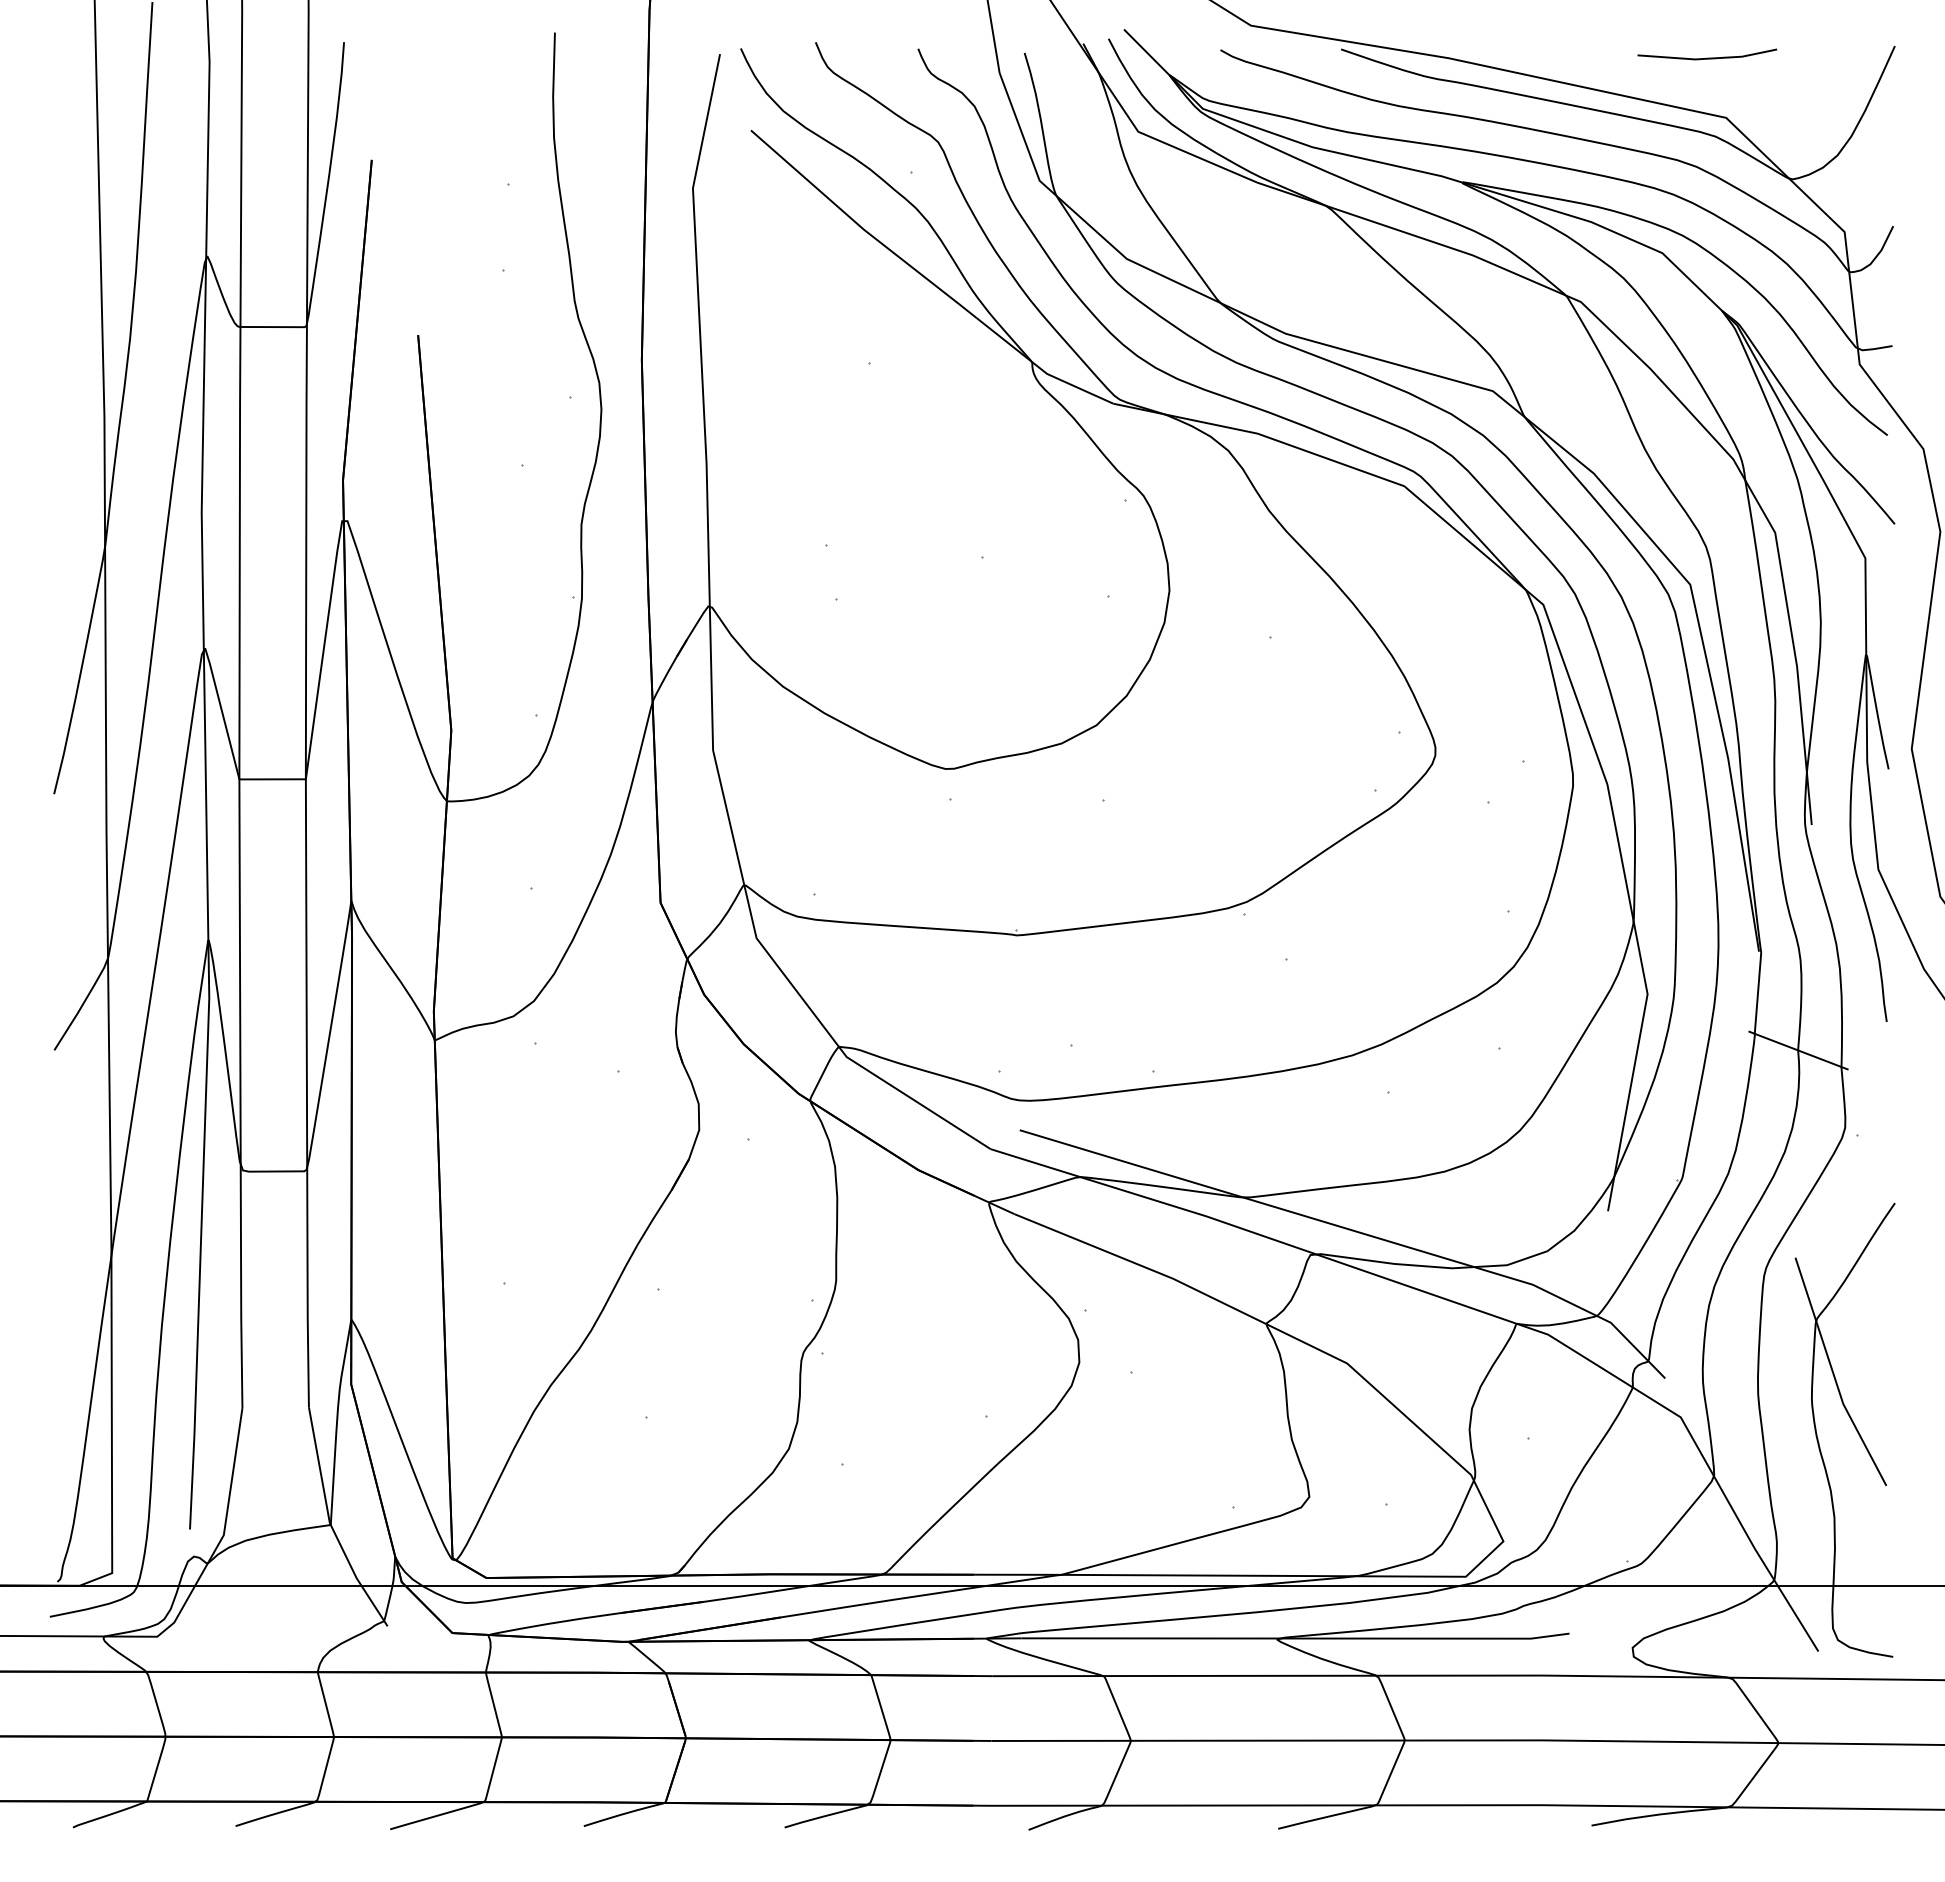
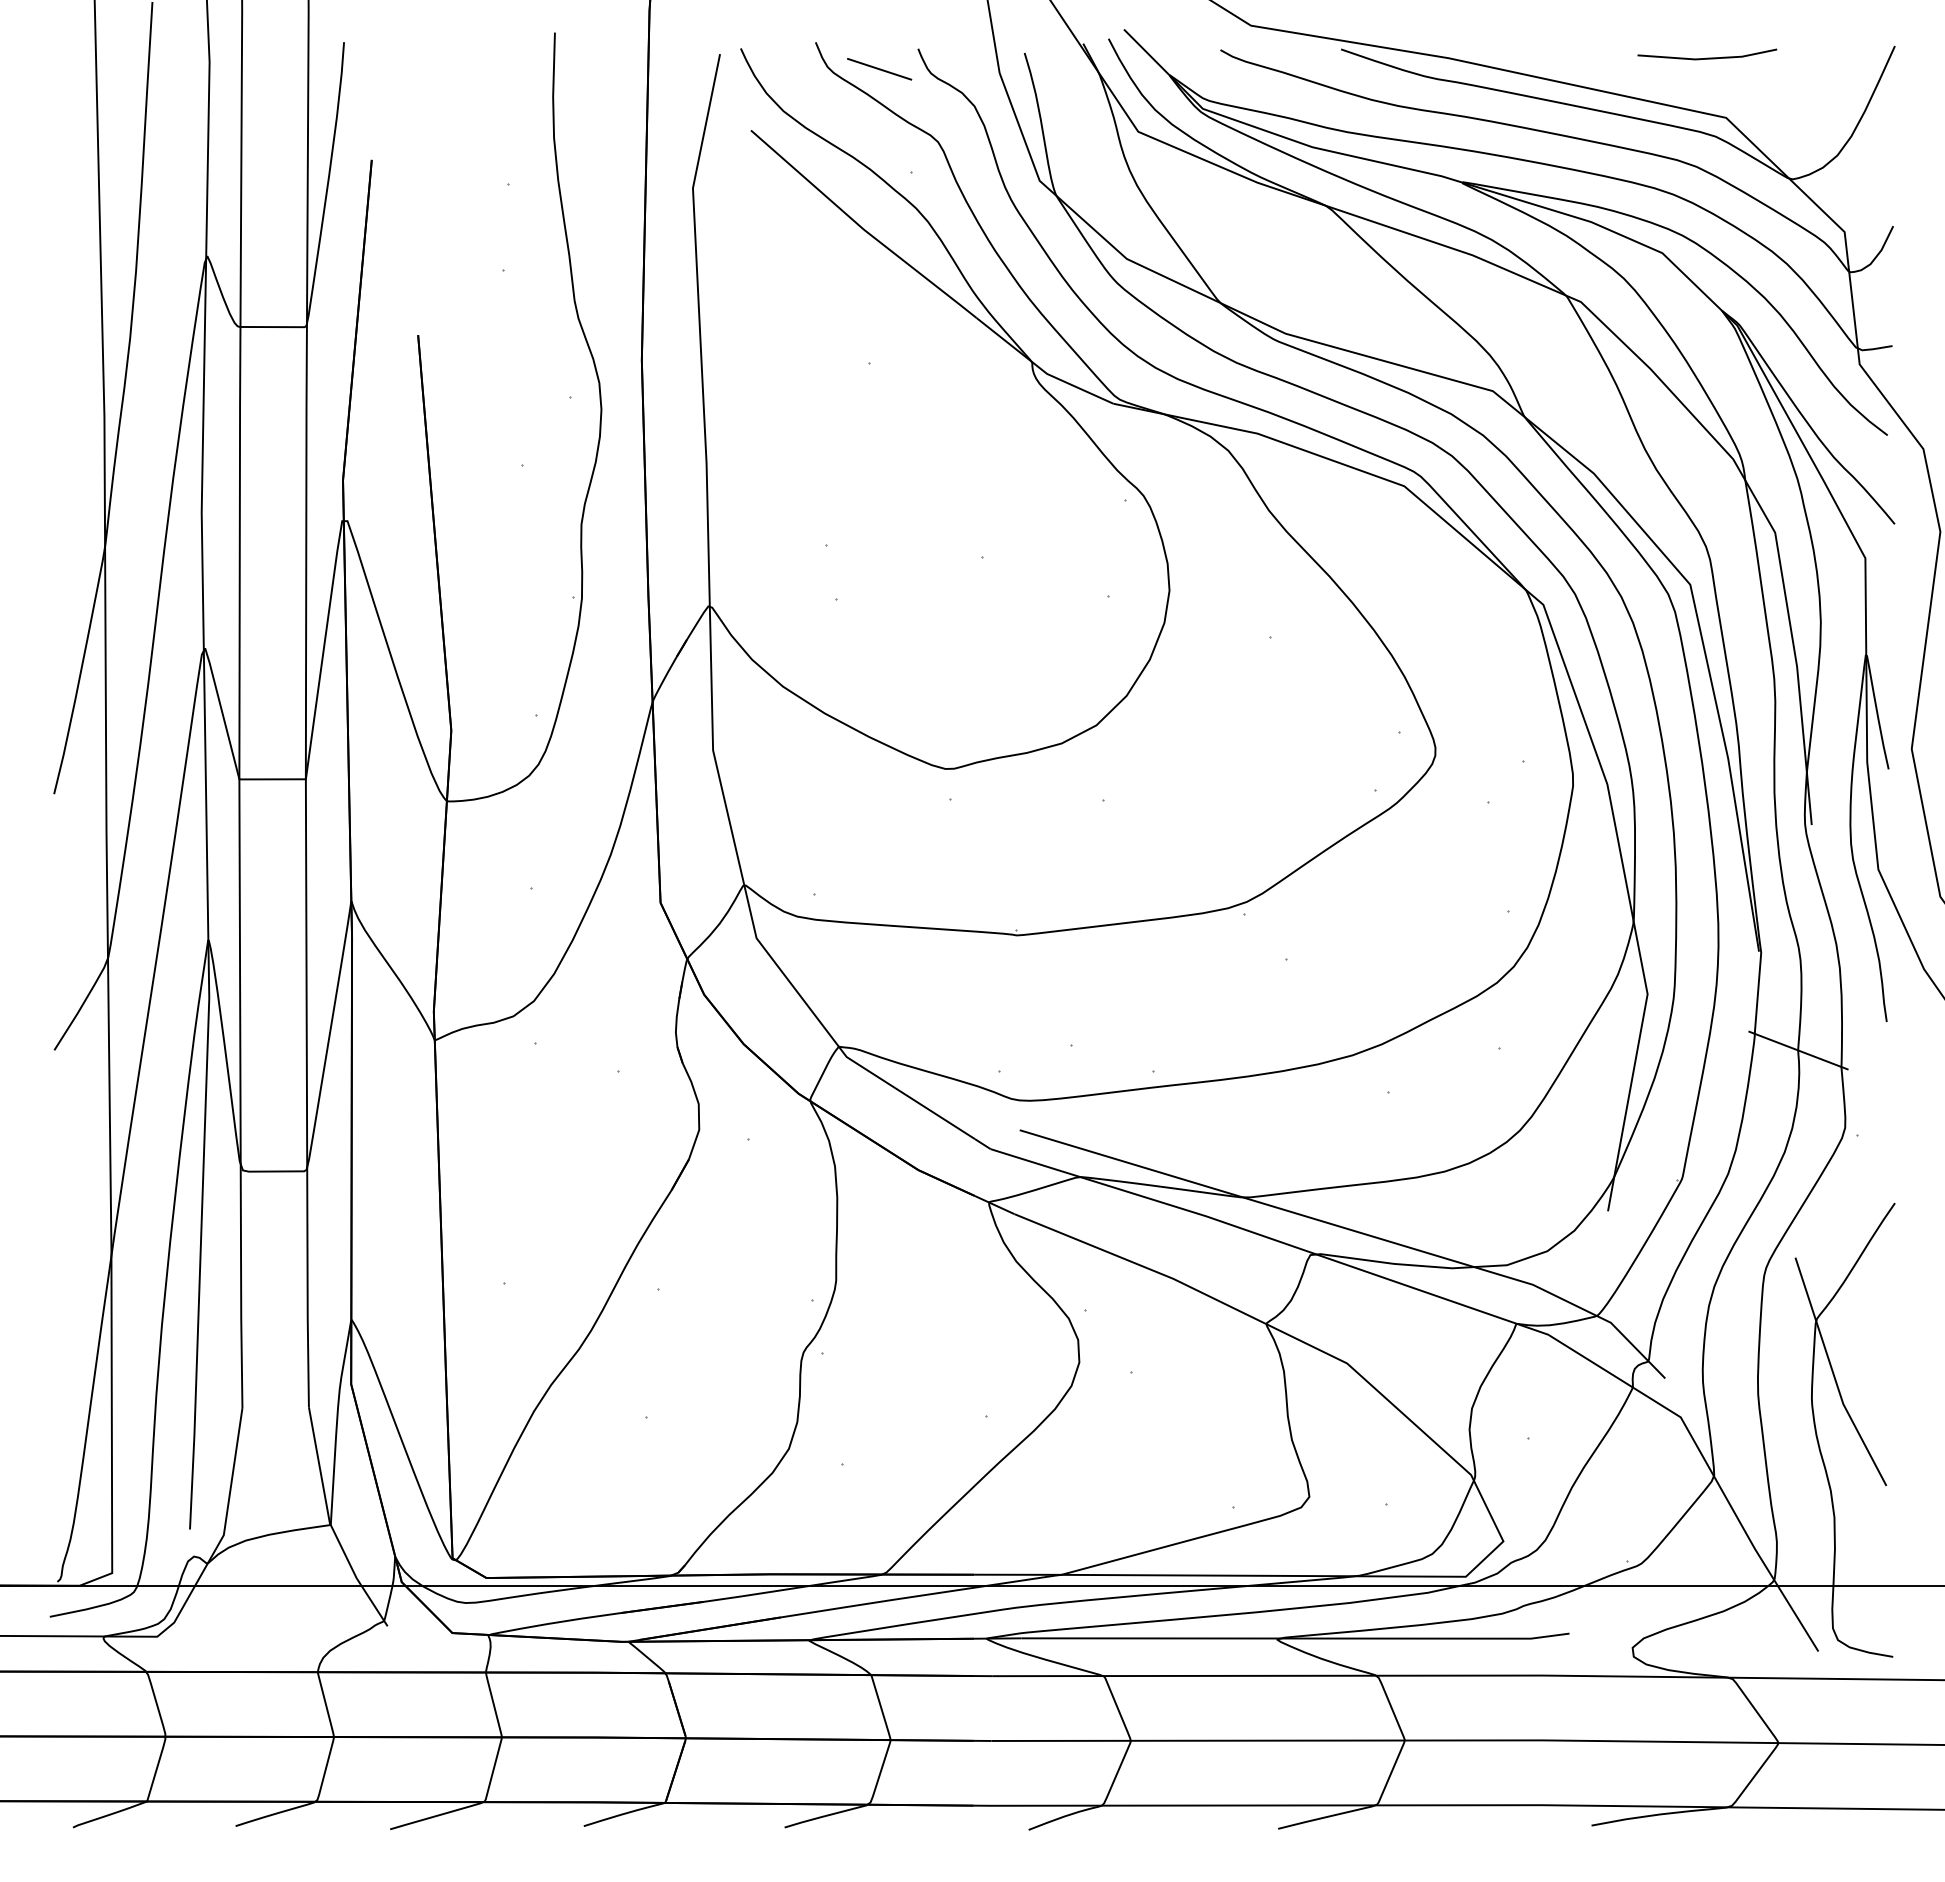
line at (879, 69): none -> present
